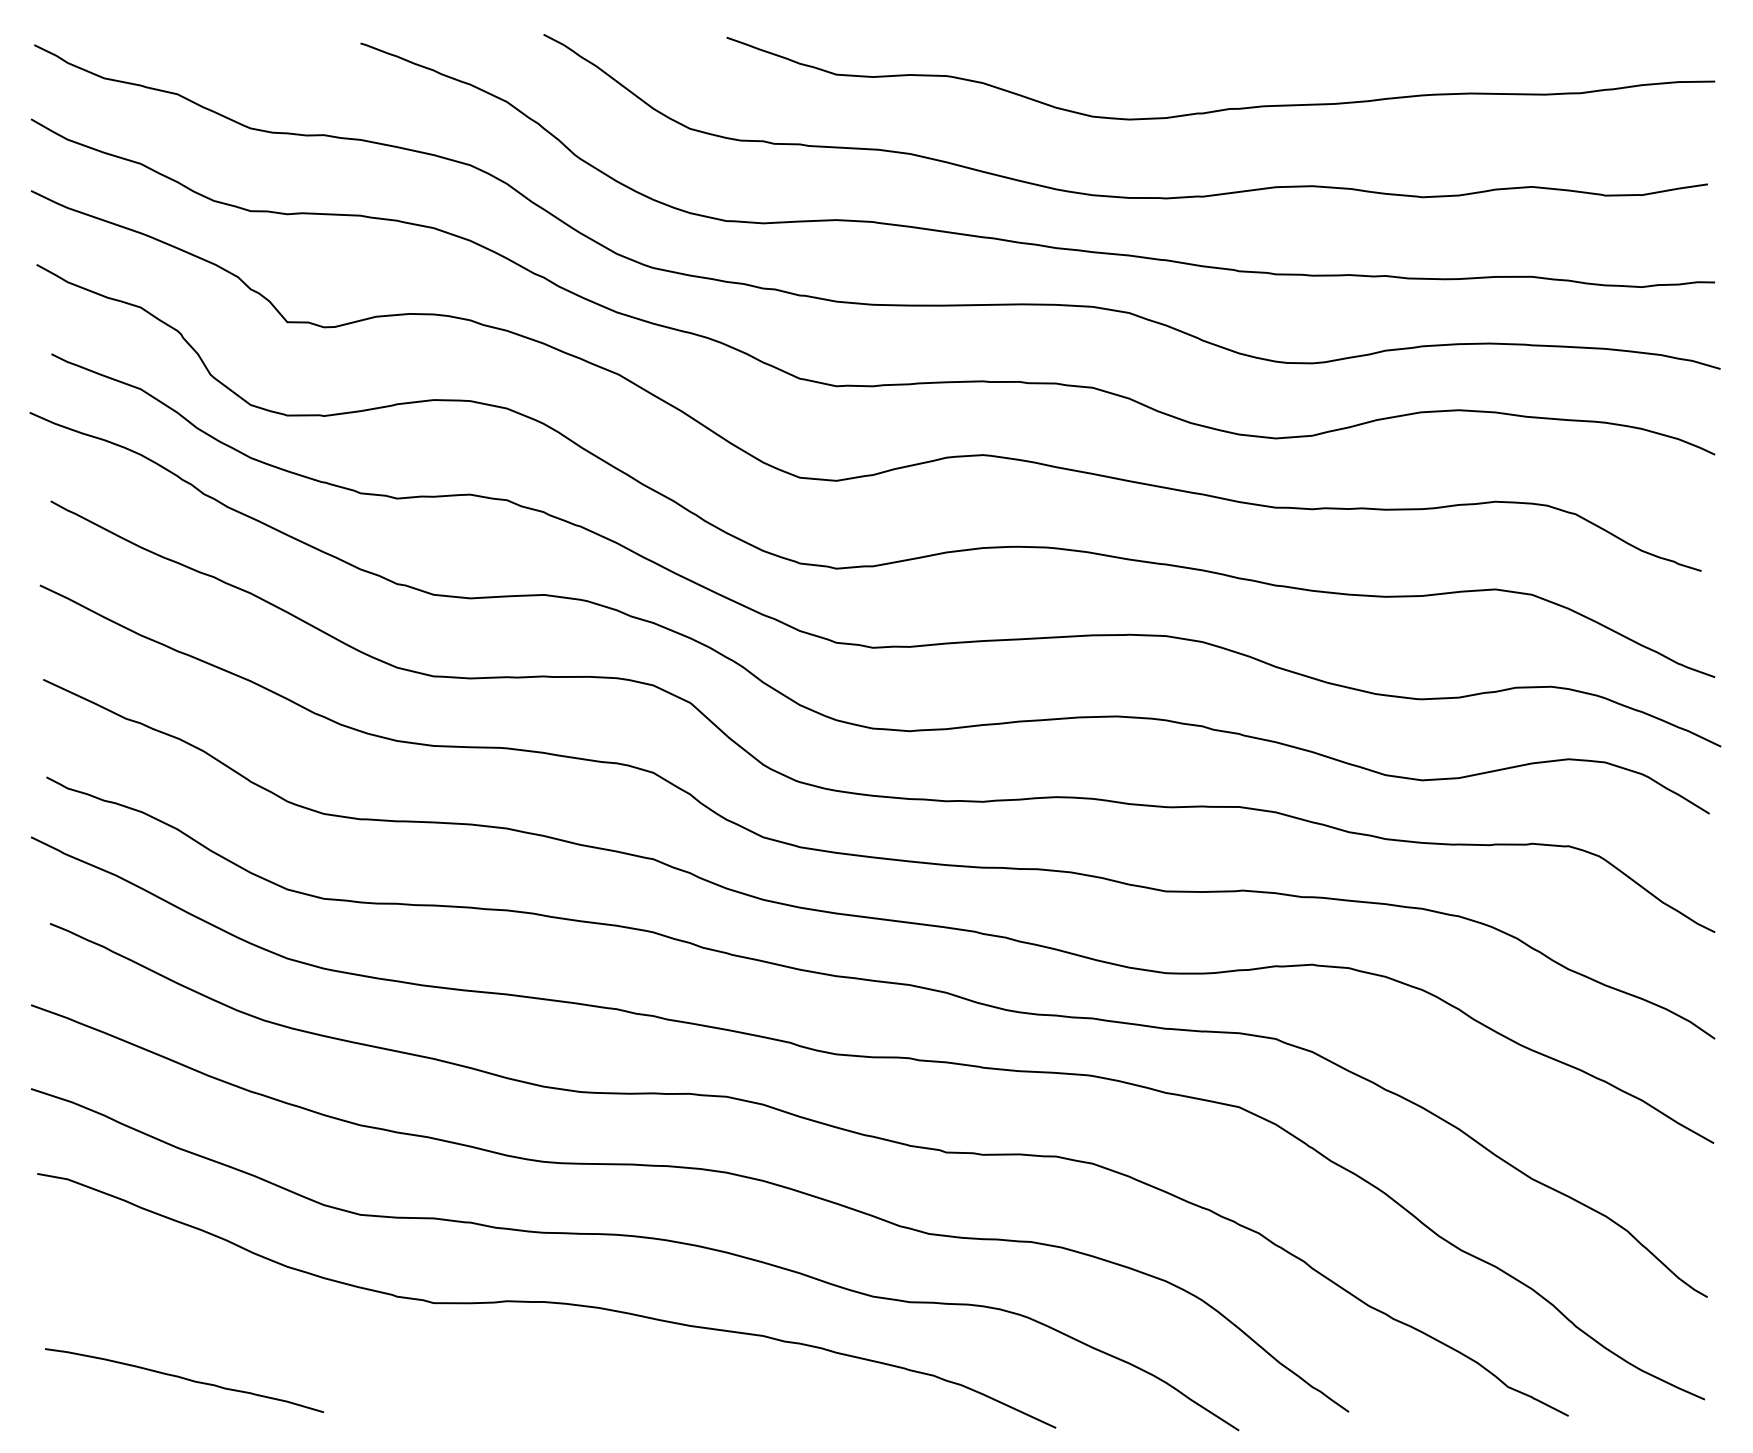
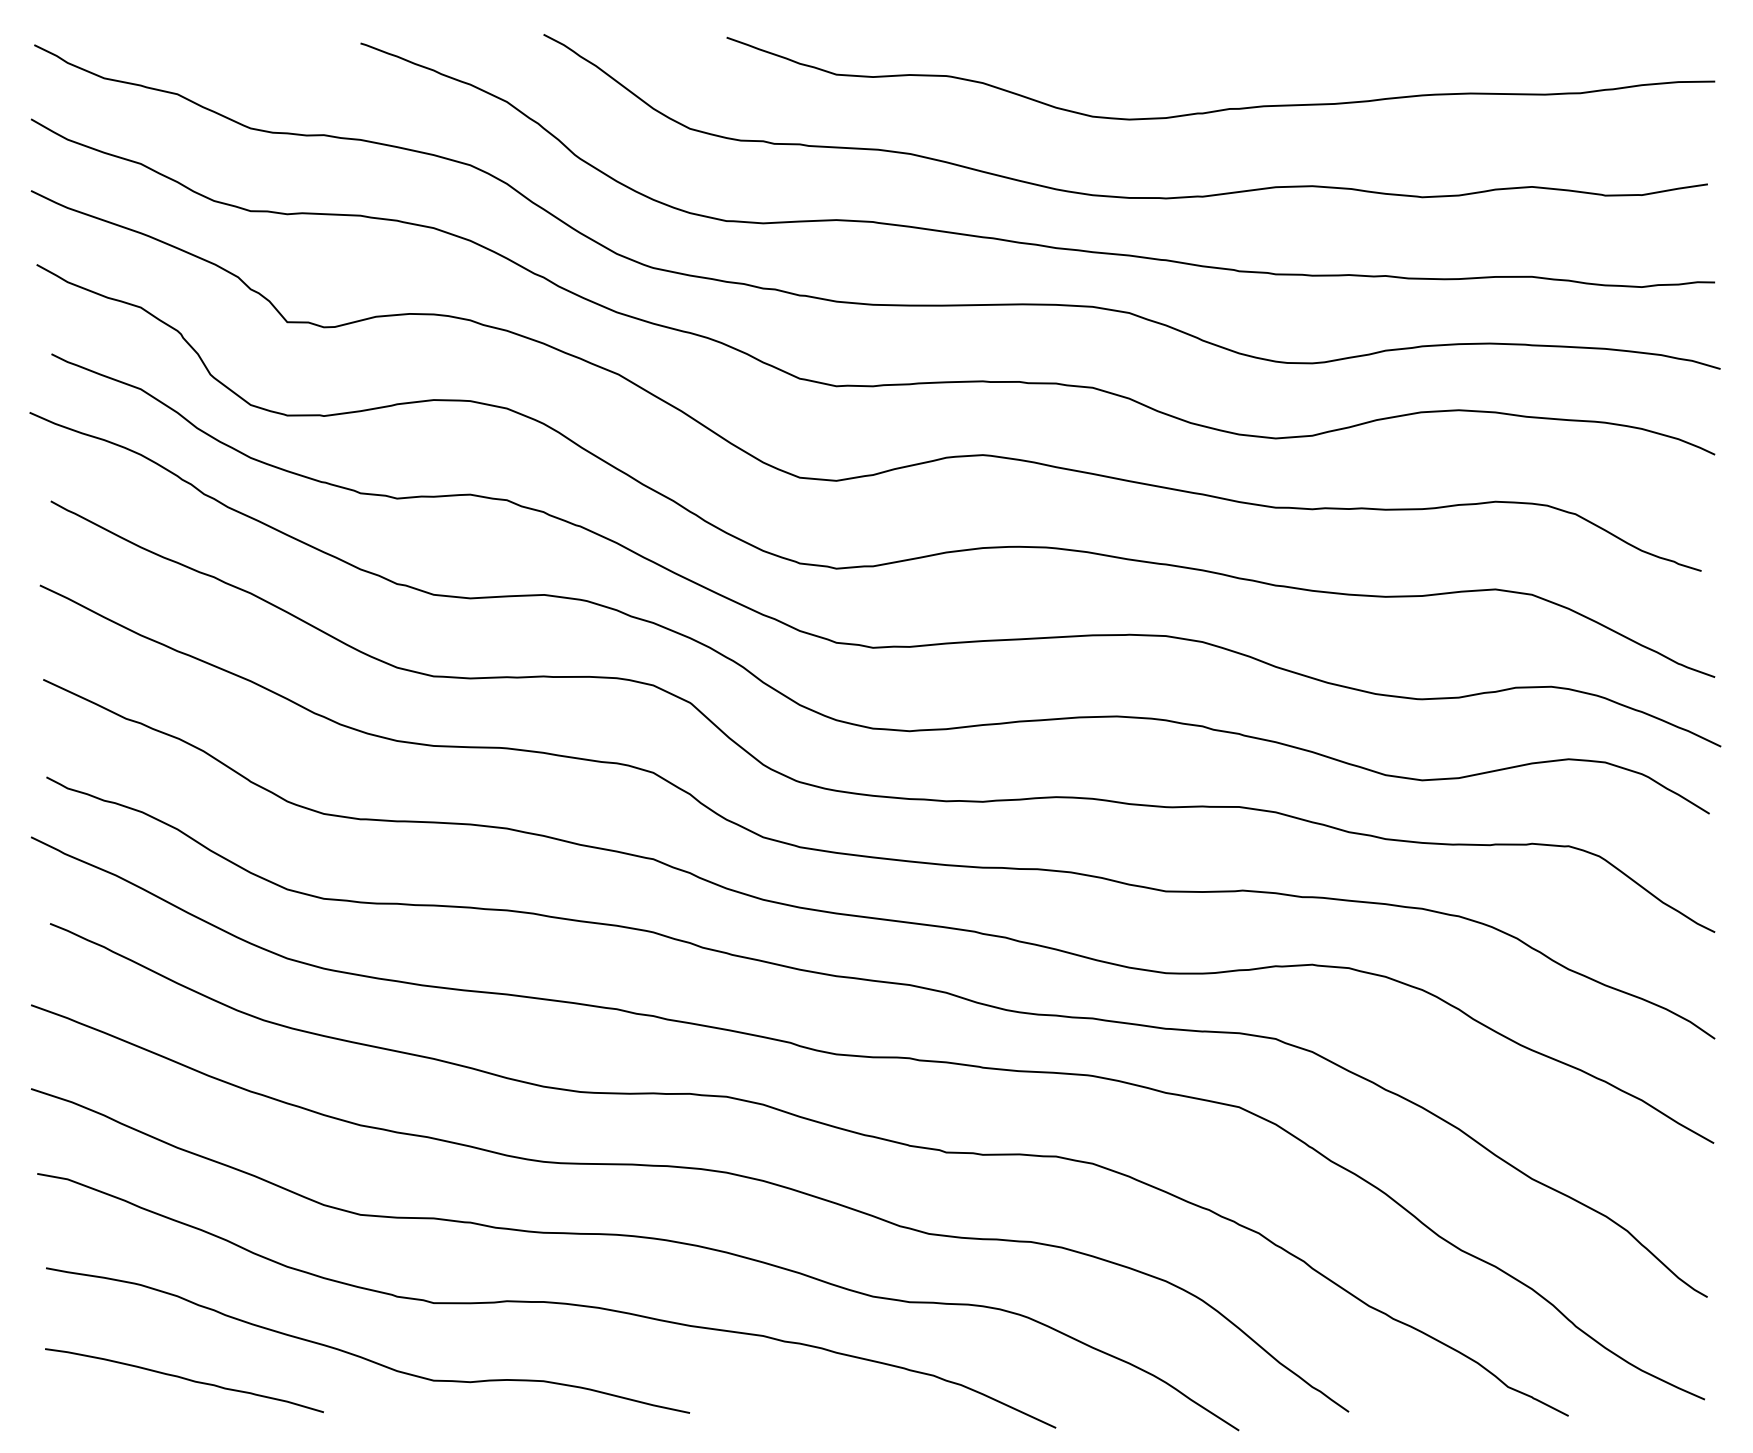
curve at (362, 1356): none -> present
